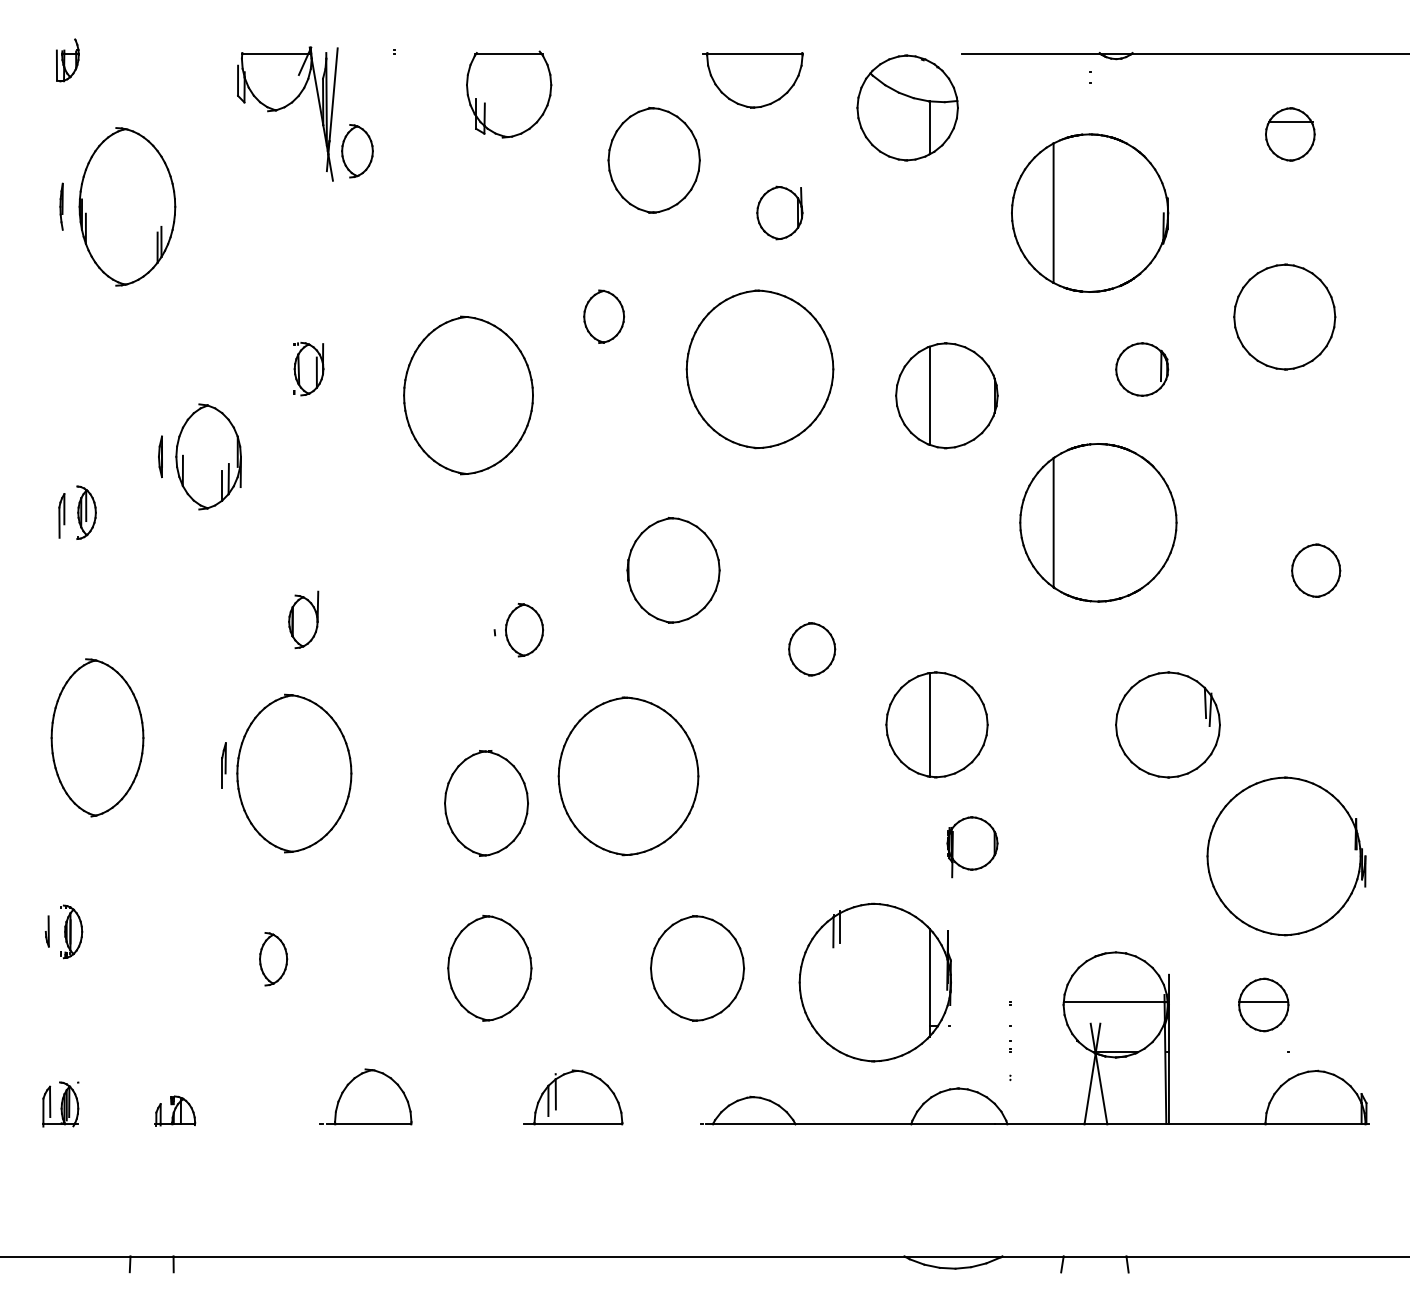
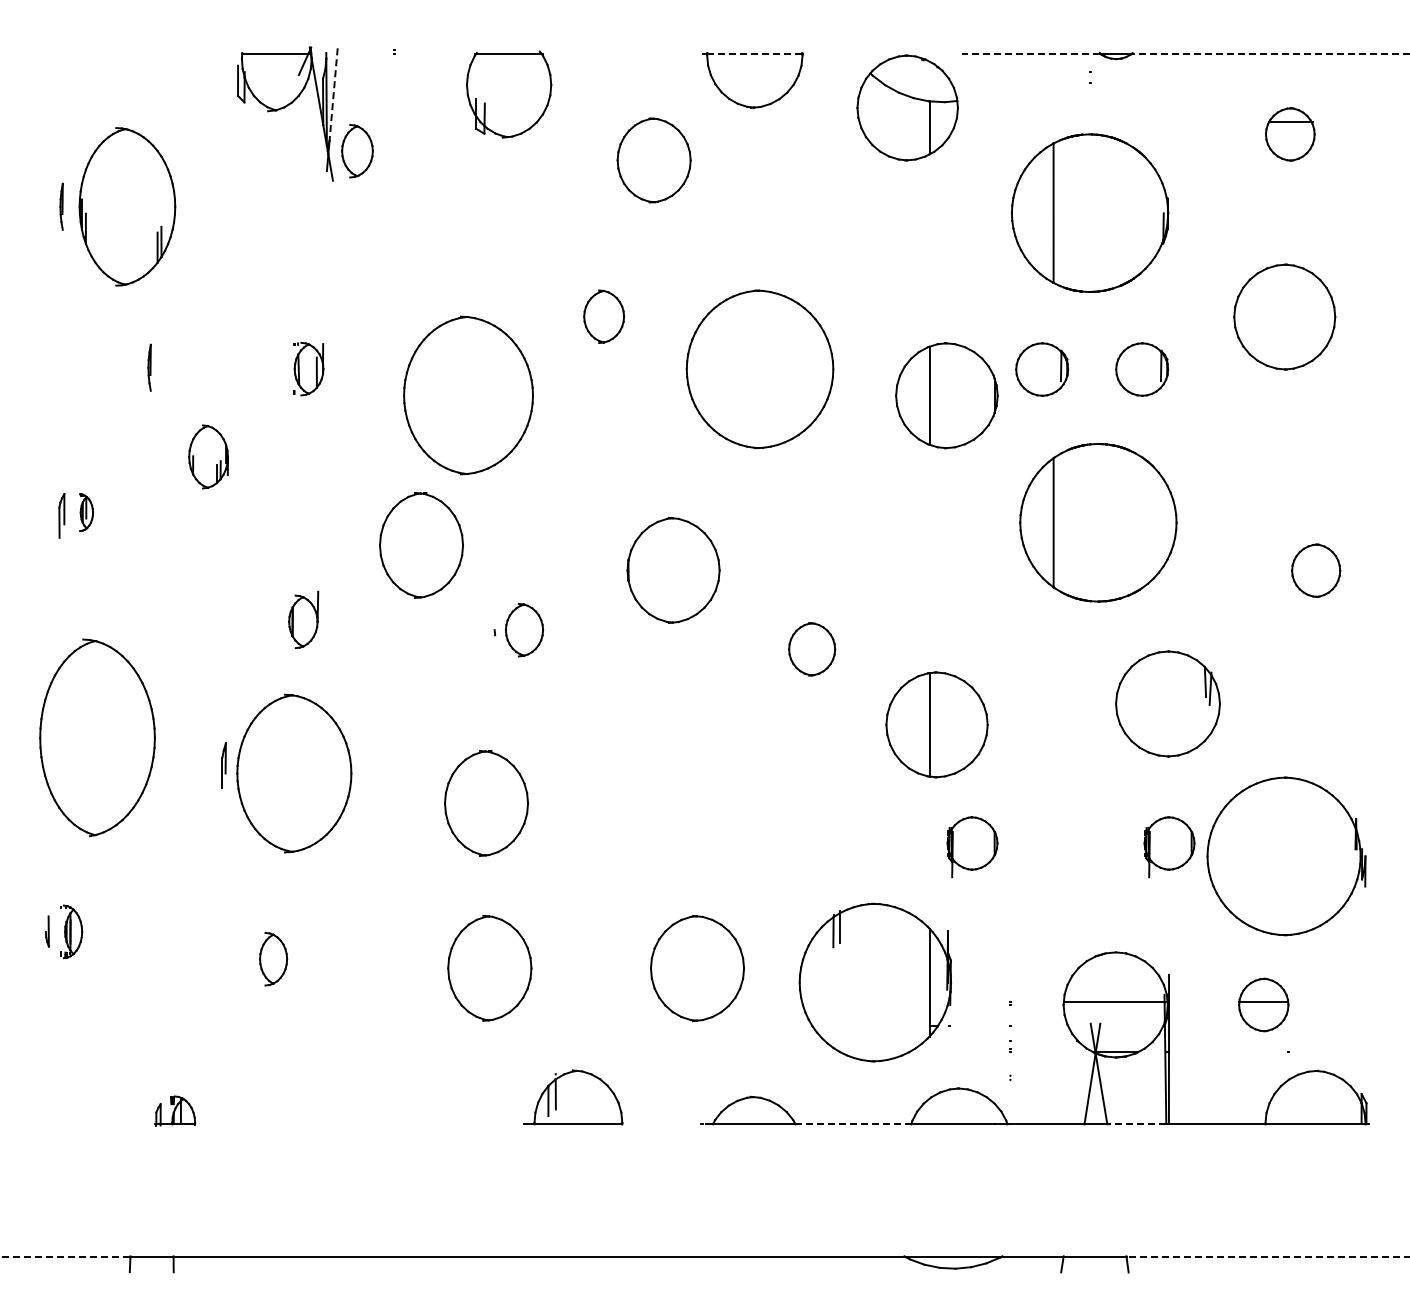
line at (754, 53): solid -> dashed
line at (1030, 53): solid -> dashed
line at (1270, 53): solid -> dashed
part at (67, 60): present -> none
line at (333, 94): solid -> dashed
part at (653, 160) size: 94x107 px -> 76x87 px
part at (779, 212): present -> none
line at (149, 367): none -> present
part at (1042, 369): none -> present
line at (159, 456): present -> none
part at (208, 456) size: 67x108 px -> 41x66 px
part at (86, 512) size: 21x55 px -> 15x39 px
part at (421, 545): none -> present
part at (1167, 724) position: (1167, 724) -> (1167, 703)
part at (97, 737) size: 95x160 px -> 117x200 px
part at (628, 776): present -> none
part at (1169, 847): none -> present
part at (365, 1096): present -> none
part at (60, 1104): present -> none
line at (853, 1123): solid -> dashed
line at (1136, 1123): solid -> dashed
line at (65, 1256): solid -> dashed
line at (1267, 1256): solid -> dashed
